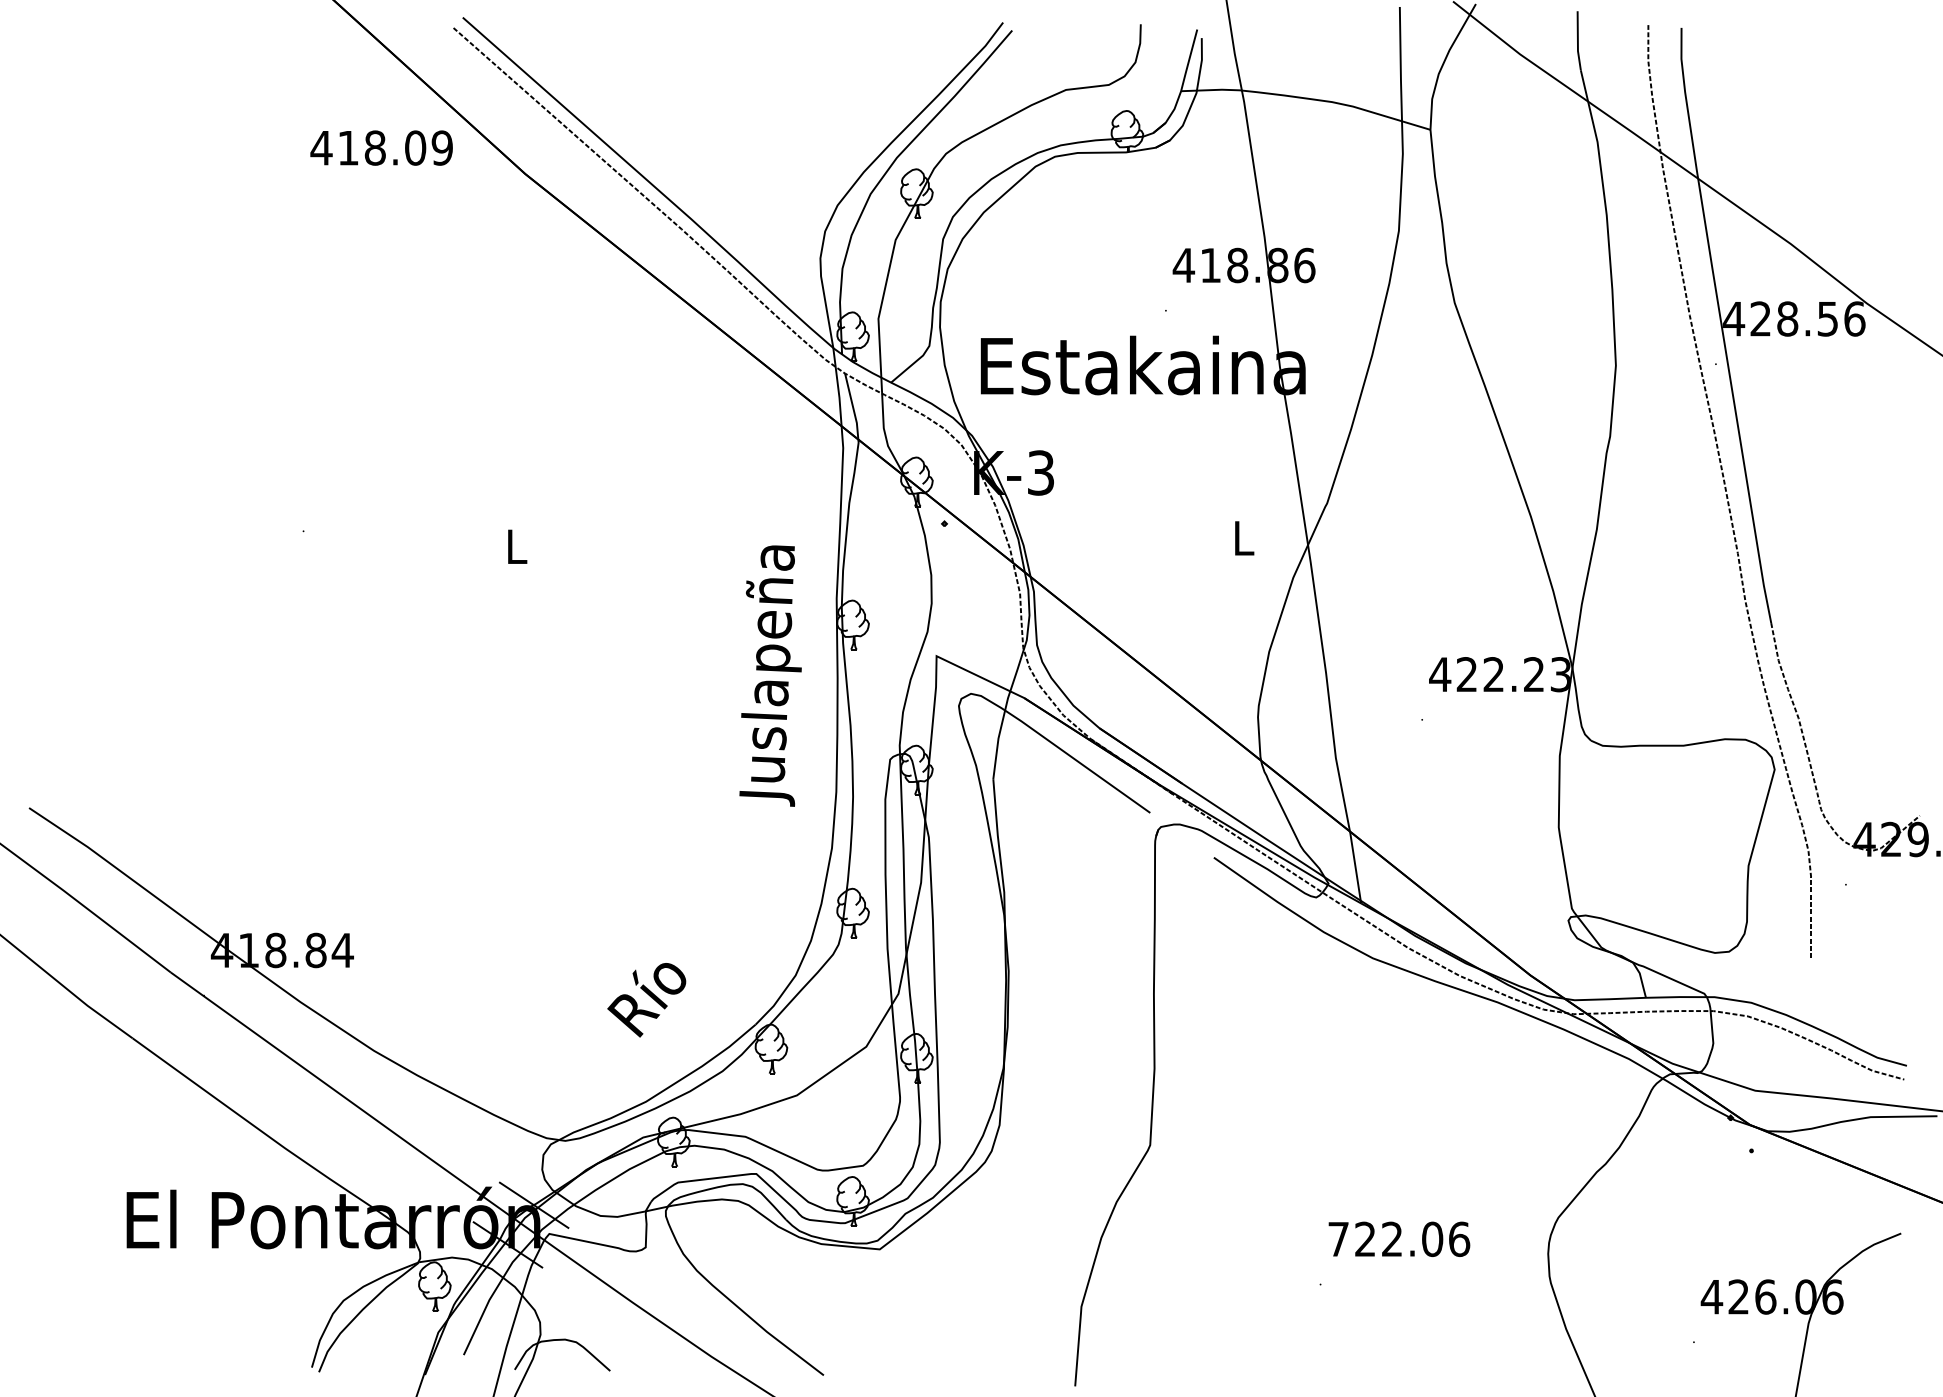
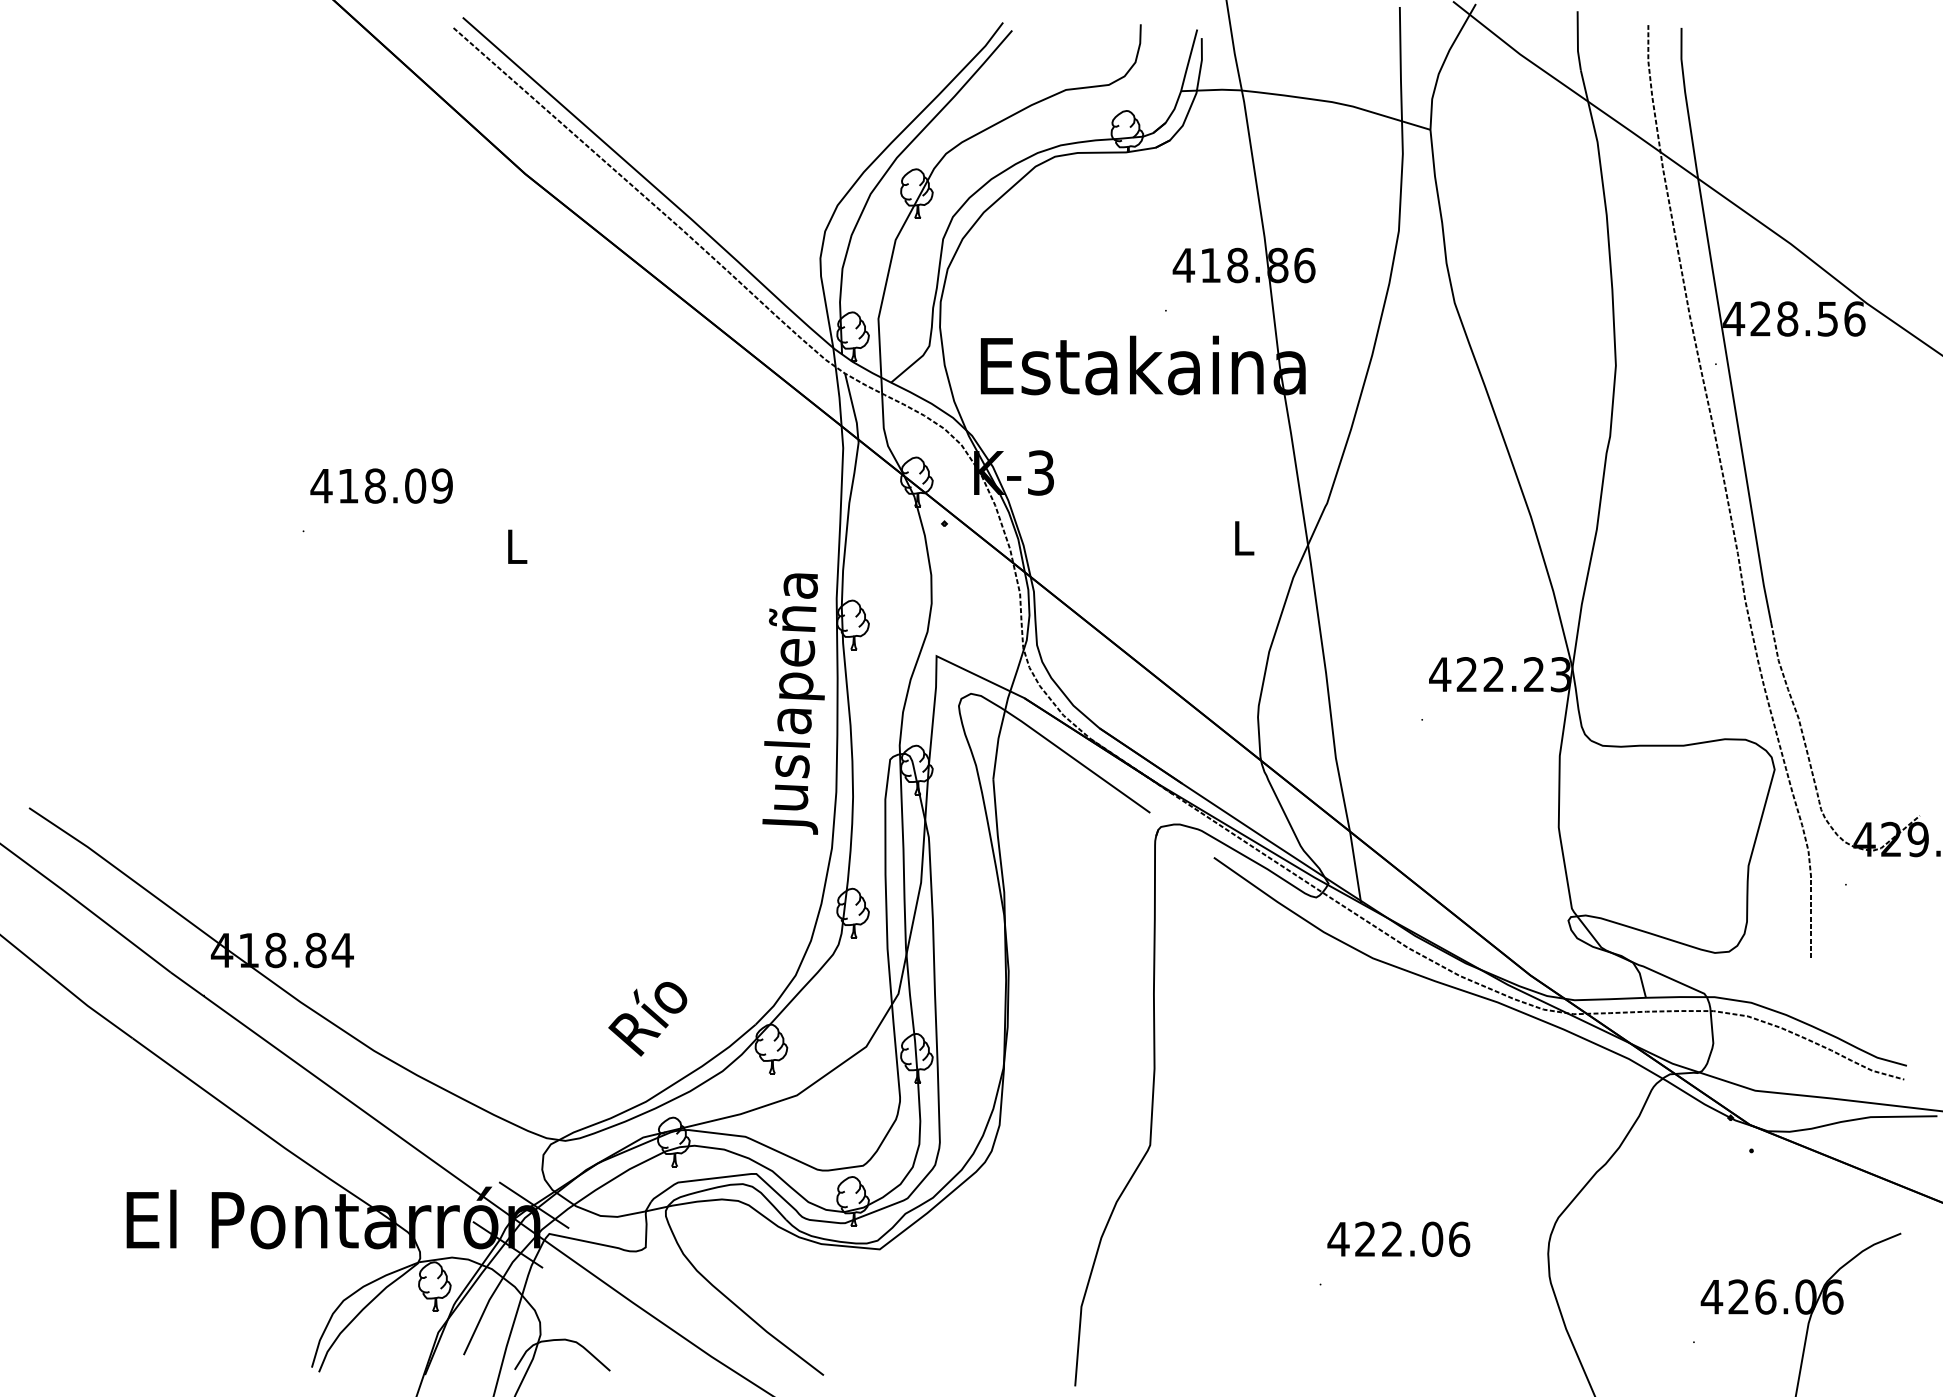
text at (381, 147) position: (381, 147) -> (381, 485)
text at (770, 675) position: (770, 675) -> (793, 703)
text at (646, 1000) position: (646, 1000) -> (647, 1019)
text at (1338, 1239): 722.06 -> 422.06
